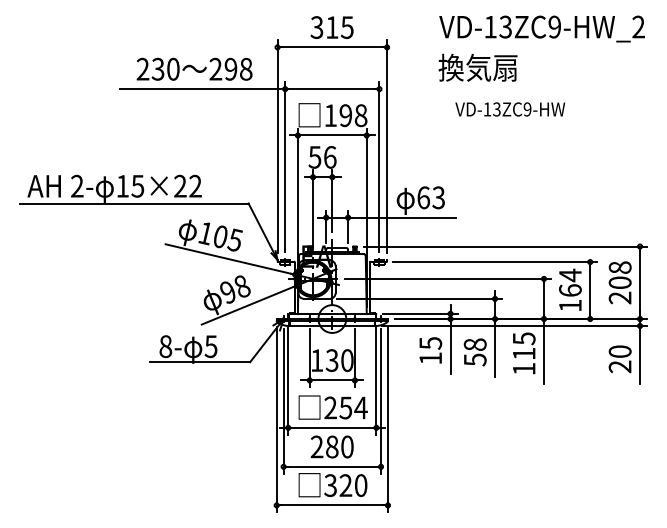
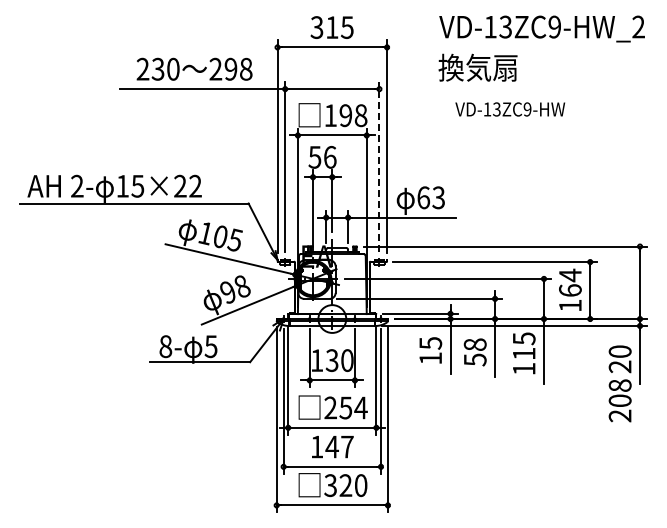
line at (379, 166): solid -> dashed
text at (619, 282) position: (619, 282) -> (619, 400)
text at (331, 446): 280 -> 147
